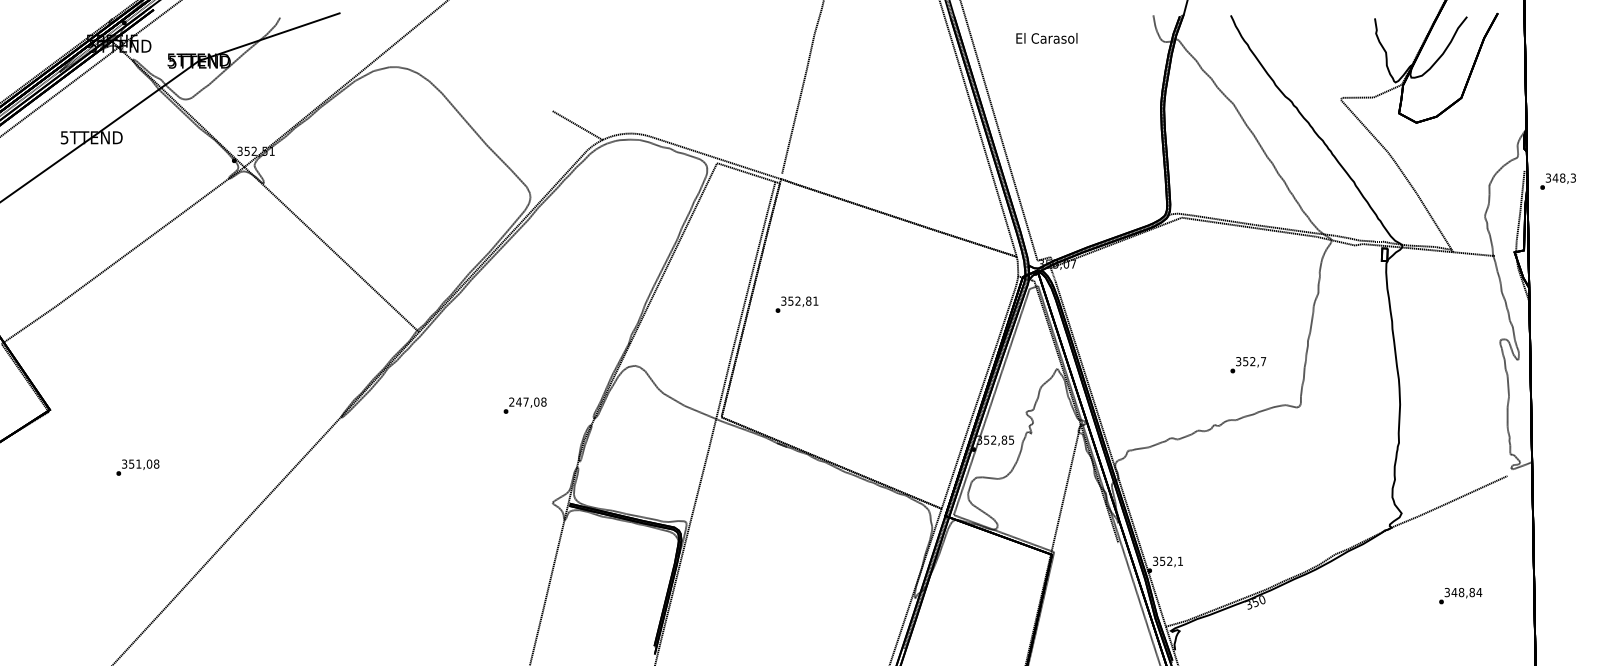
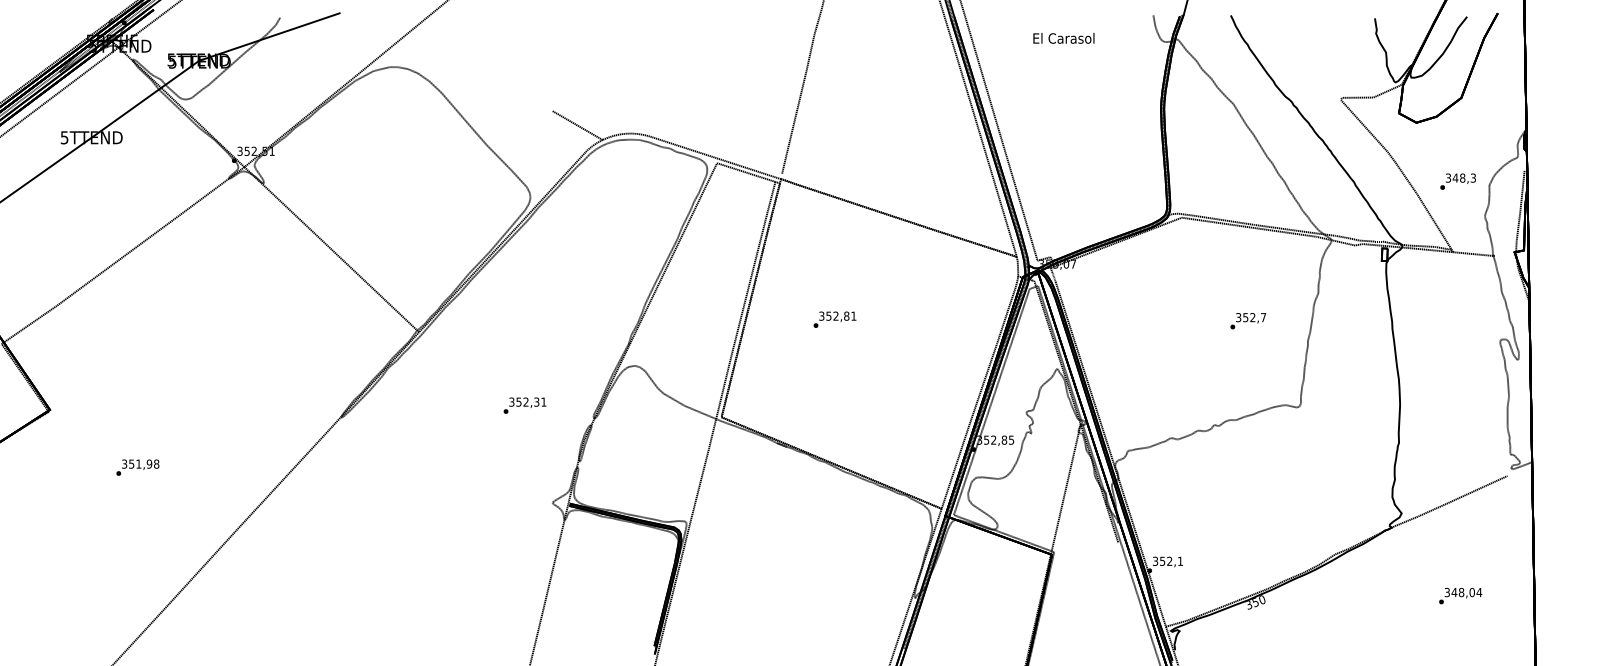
text at (1046, 38) position: (1046, 38) -> (1063, 38)
text at (1557, 181) position: (1557, 181) -> (1457, 181)
text at (796, 304) position: (796, 304) -> (834, 319)
text at (1248, 365) position: (1248, 365) -> (1248, 321)
text at (527, 401): 247,08 -> 352,31
text at (148, 463): 351,08 -> 351,98
text at (1471, 592): 348,84 -> 348,04
